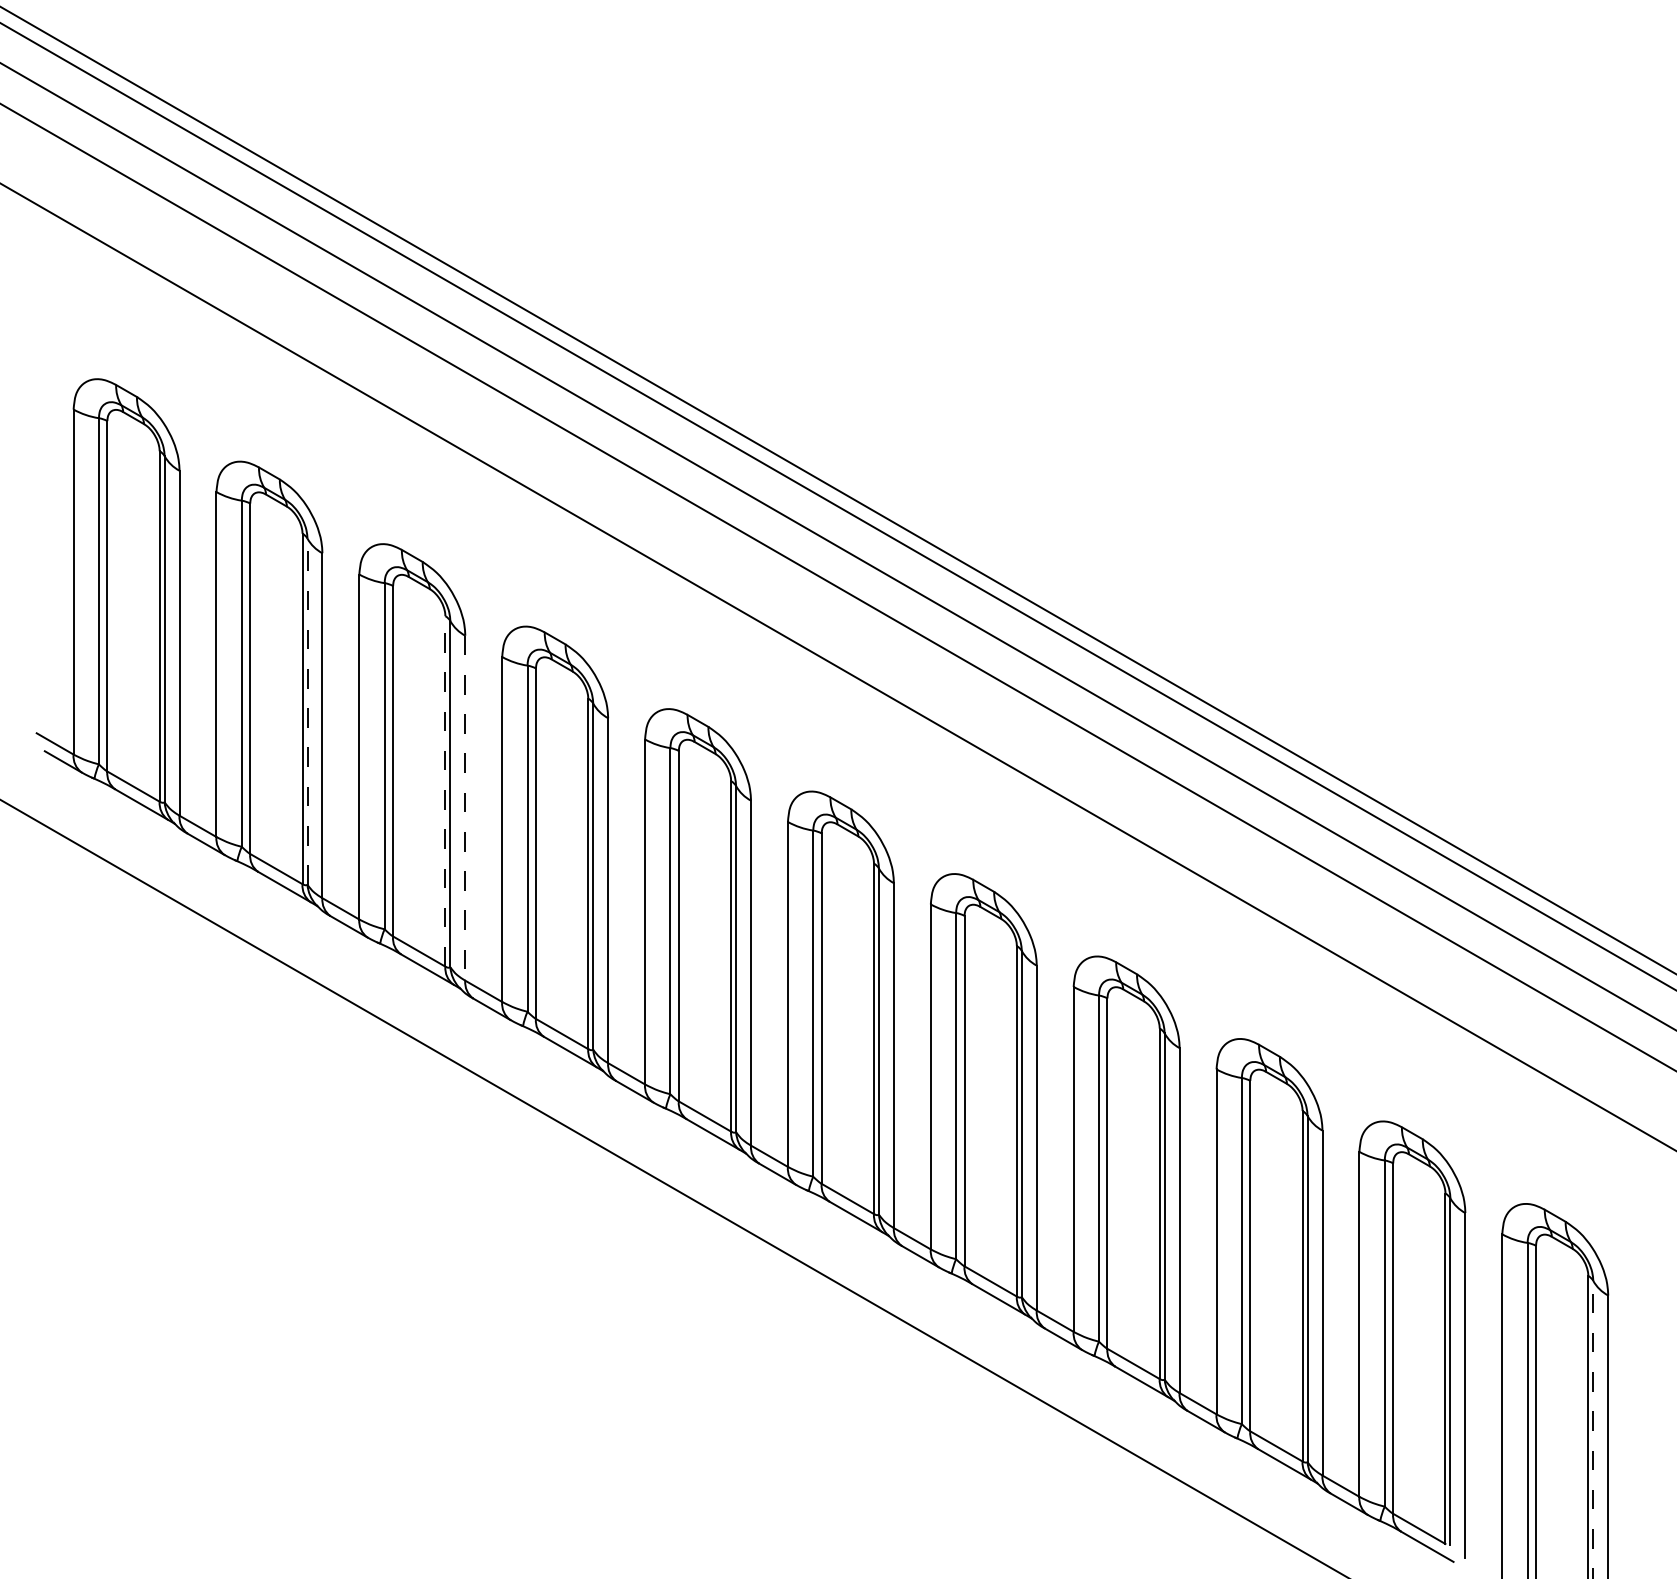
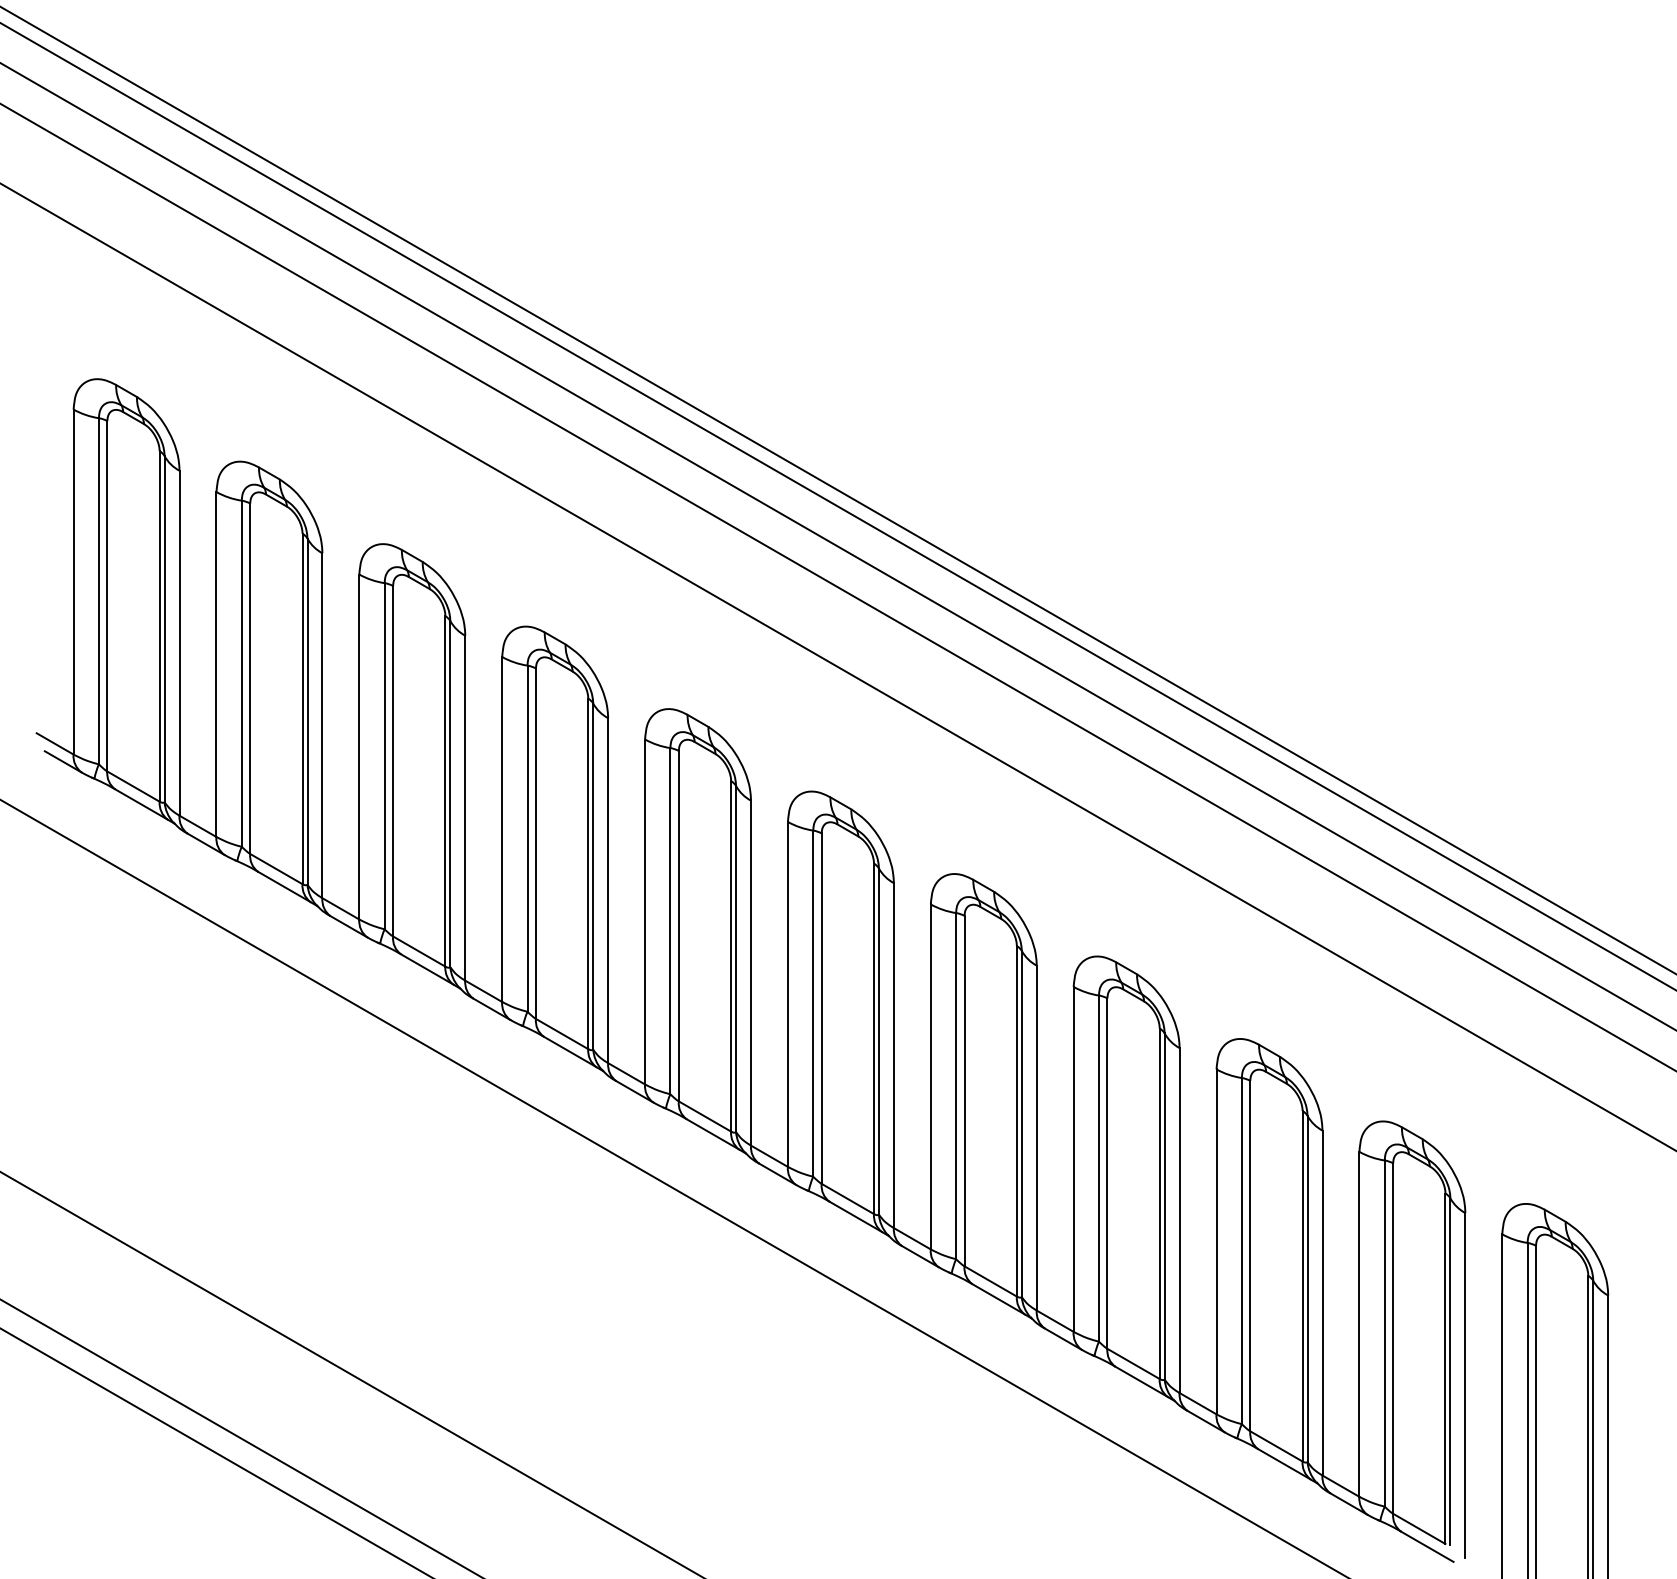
line at (307, 711): dashed -> solid
line at (445, 790): dashed -> solid
line at (465, 808): dashed -> solid
line at (351, 1374): none -> present
line at (1593, 1429): dashed -> solid
line at (240, 1437): none -> present
line at (215, 1452): none -> present
